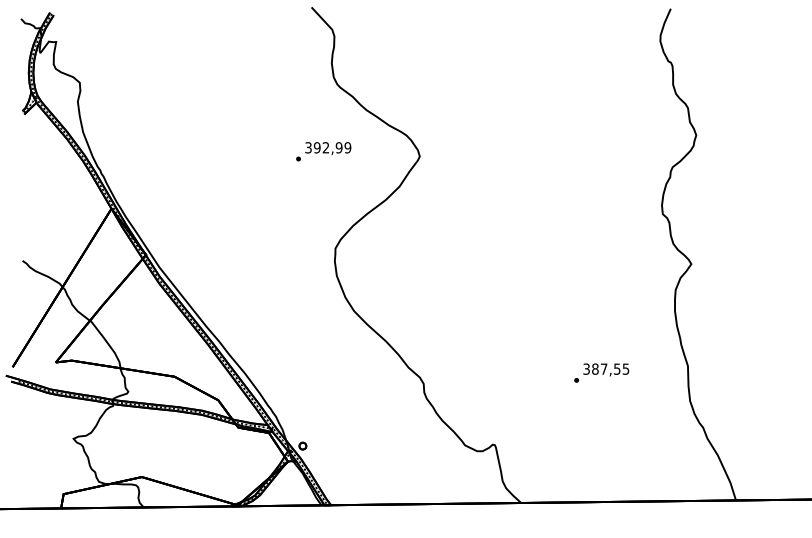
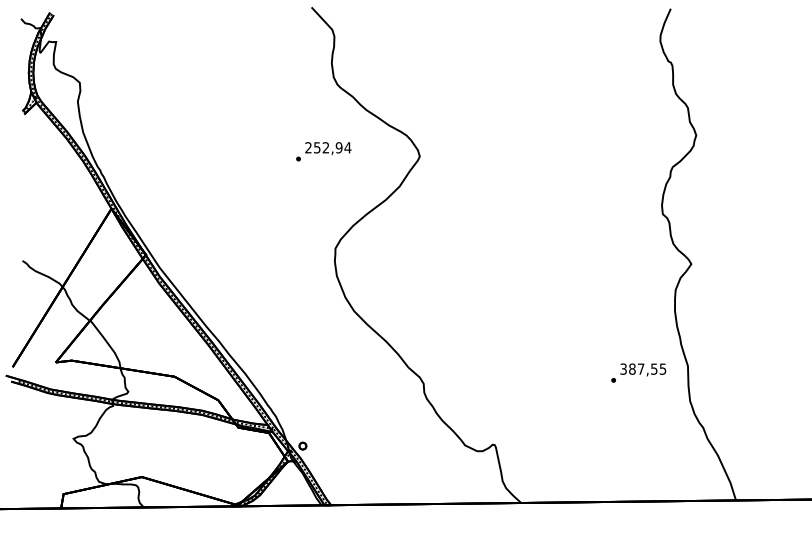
text at (328, 147): 392,99 -> 252,94
text at (601, 372) position: (601, 372) -> (638, 372)
